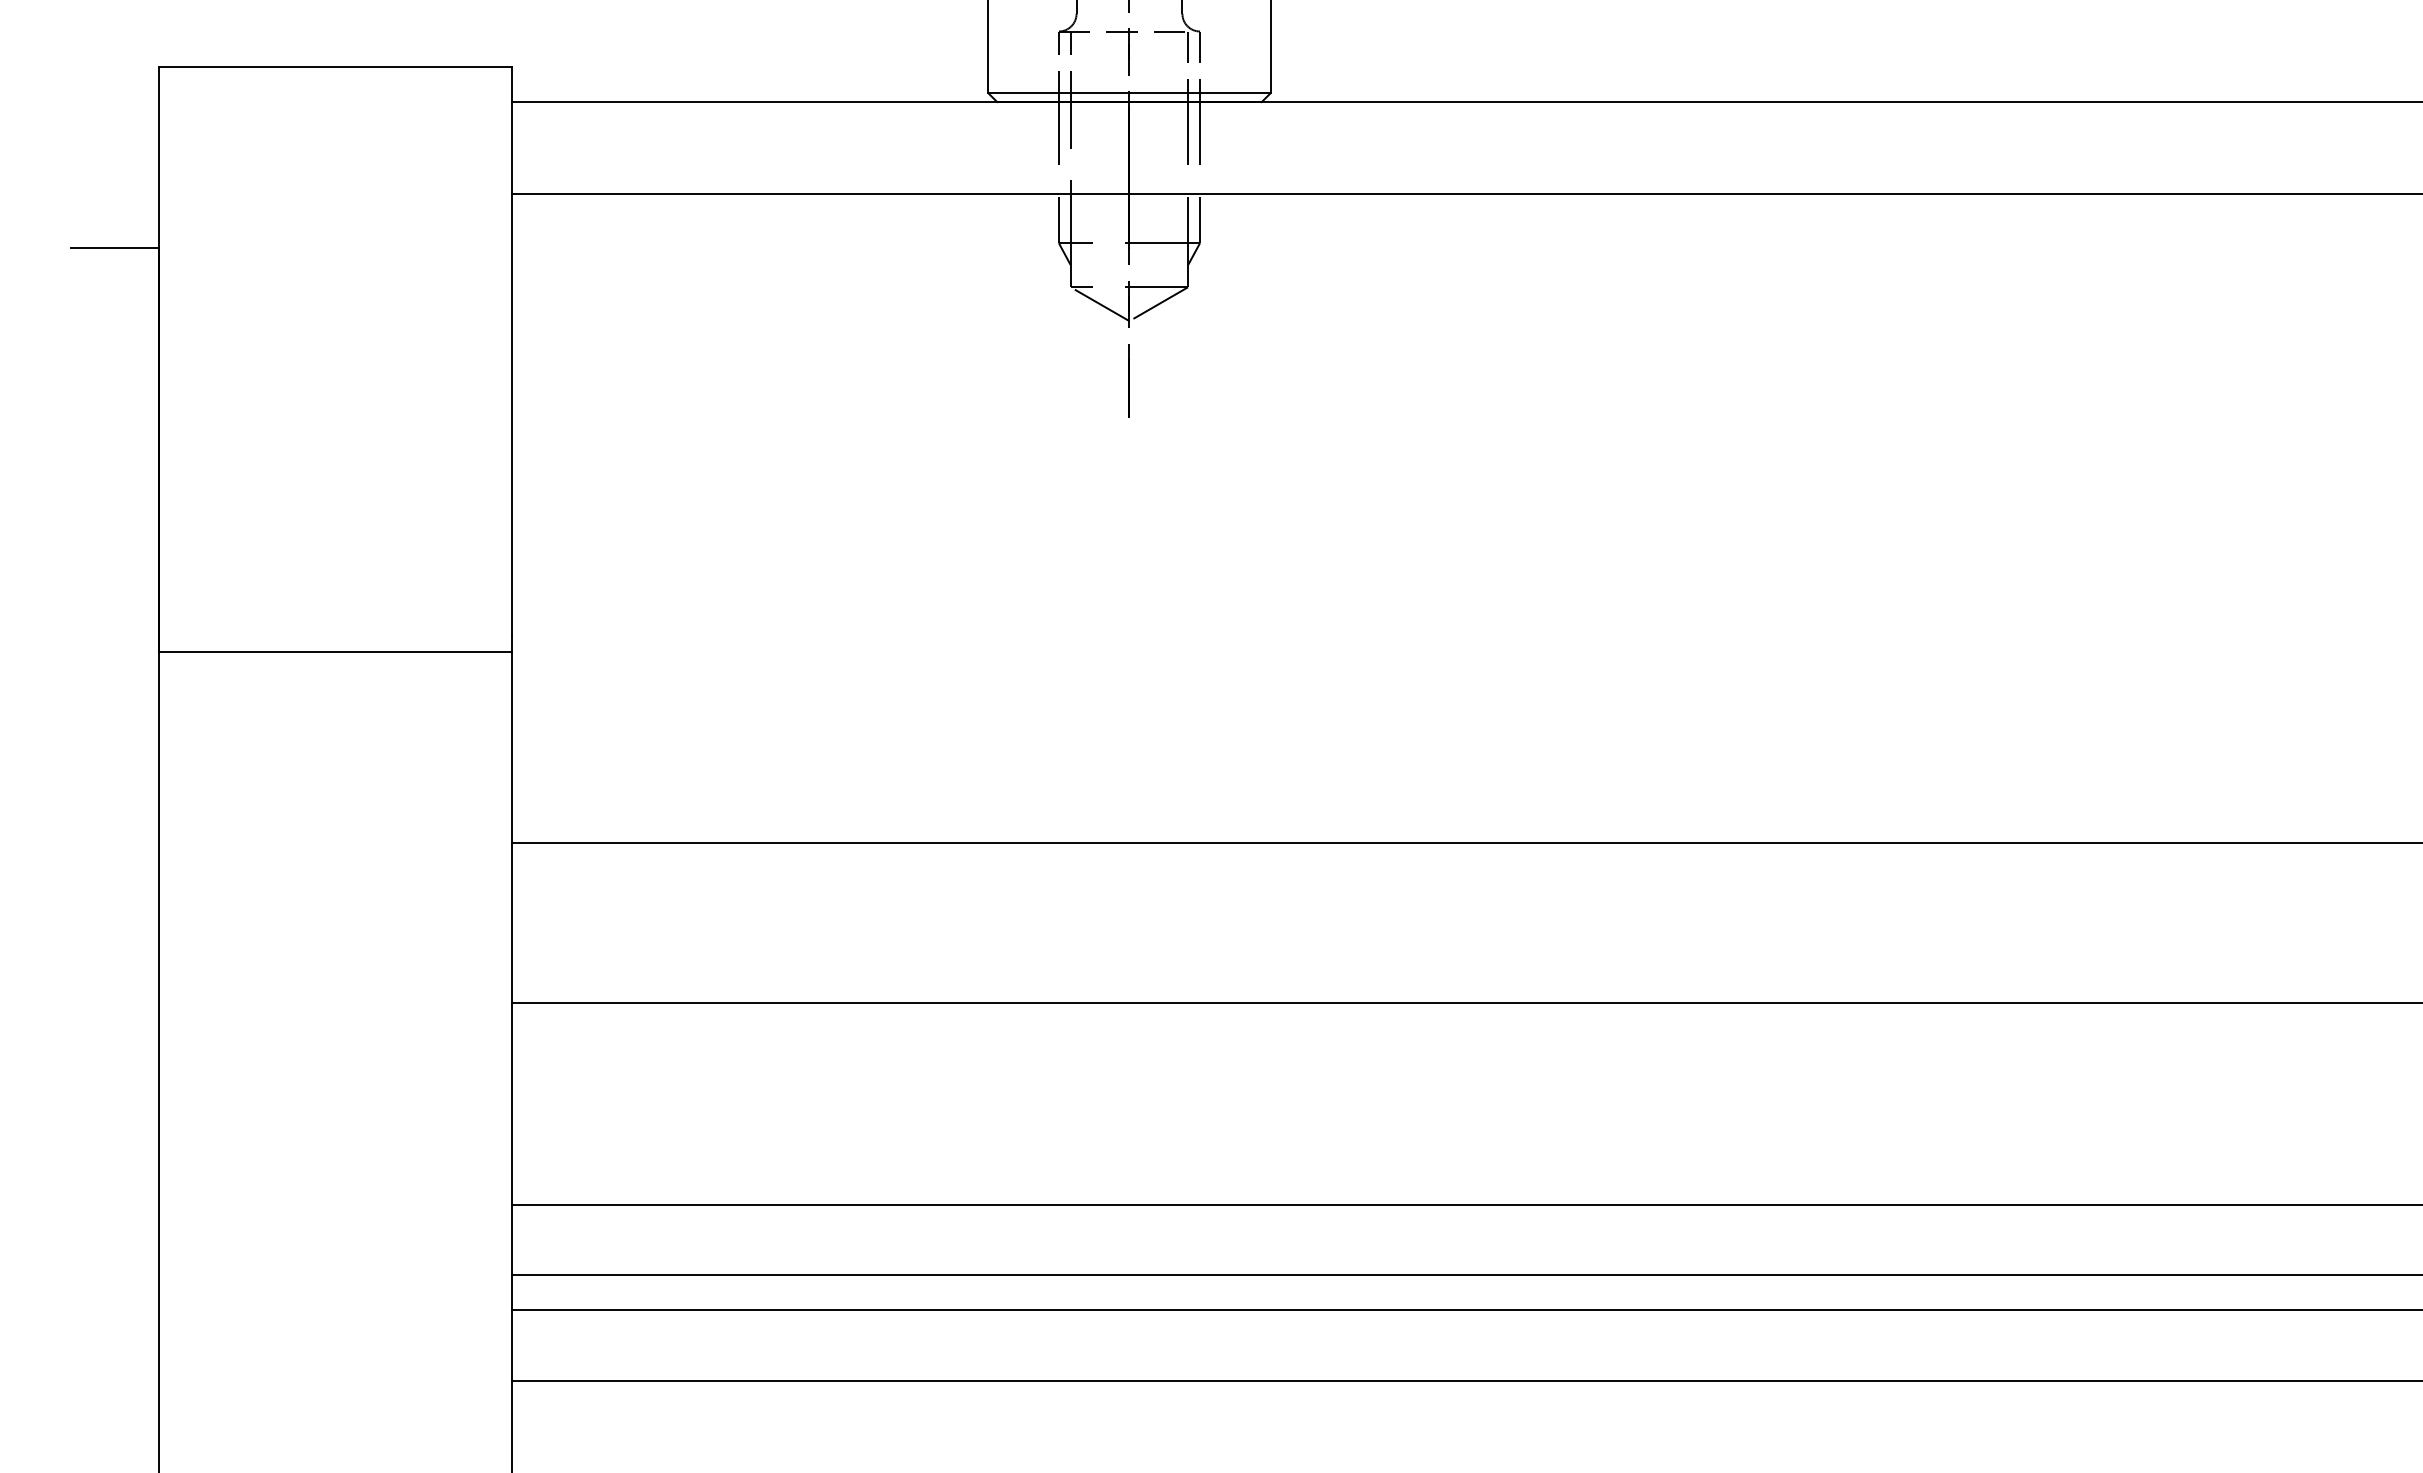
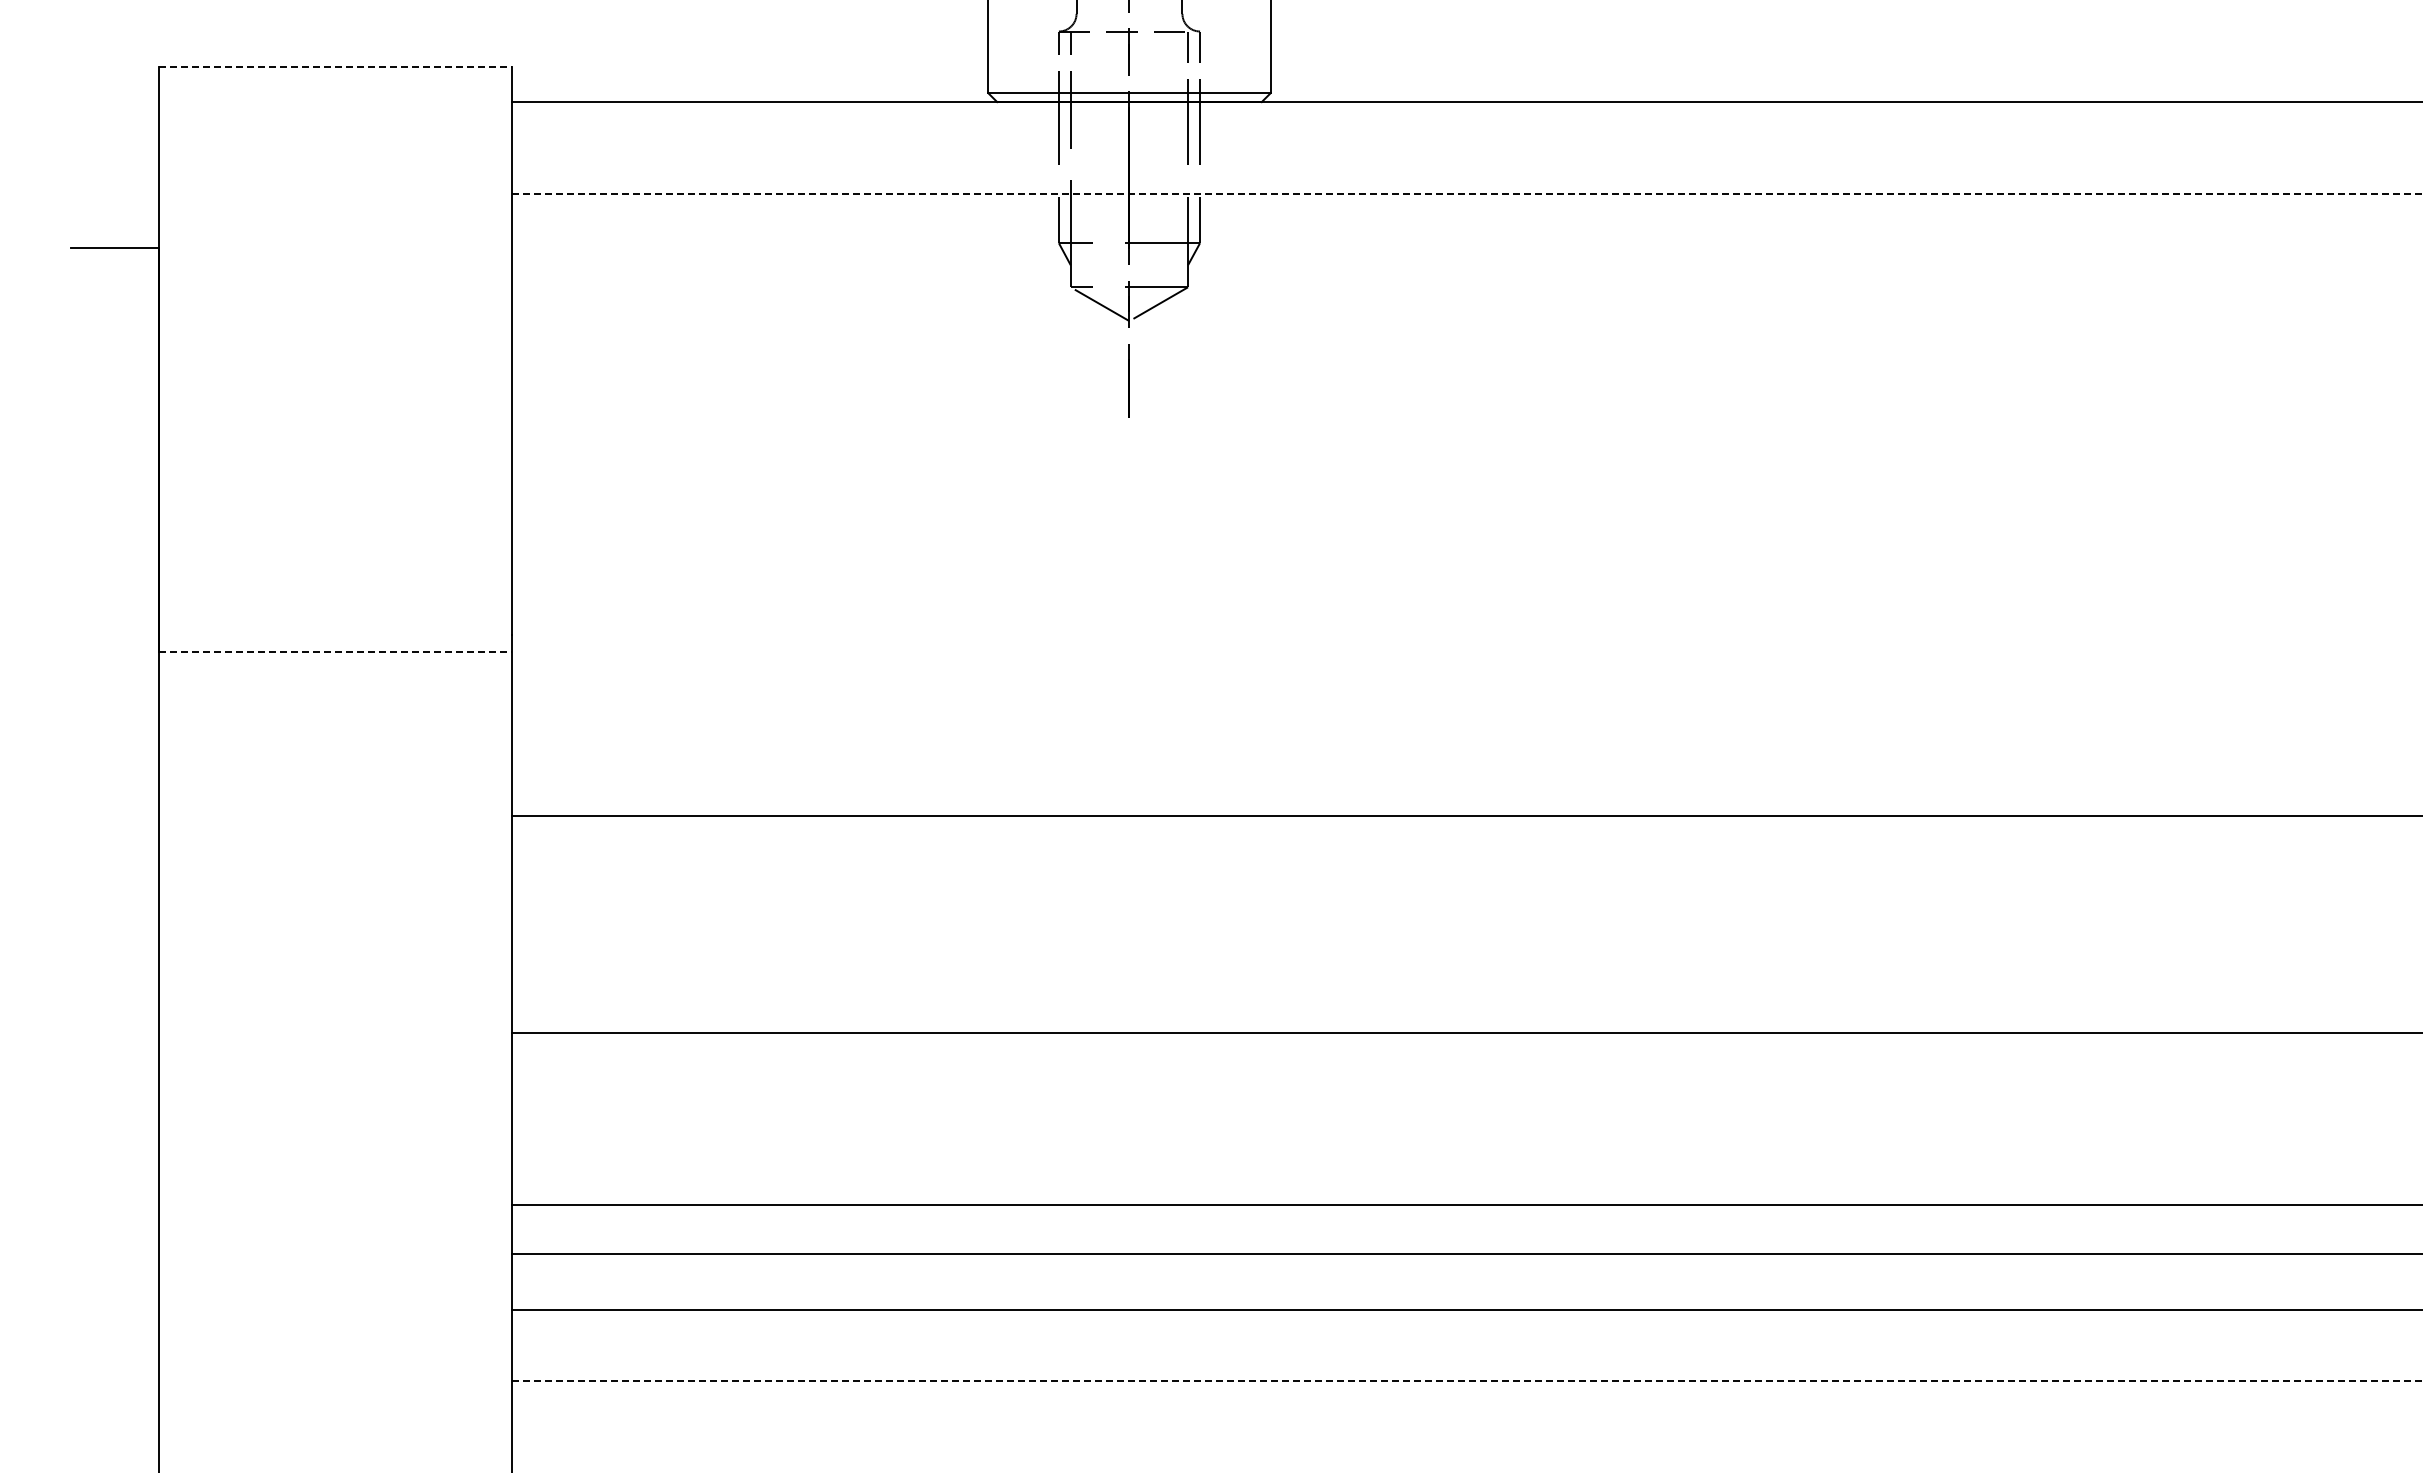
line at (336, 66): solid -> dashed
line at (1467, 194): solid -> dashed
line at (336, 652): solid -> dashed
line at (1465, 842) position: (1465, 842) -> (1465, 815)
line at (1465, 1002) position: (1465, 1002) -> (1465, 1032)
line at (1465, 1275) position: (1465, 1275) -> (1465, 1254)
line at (1467, 1381): solid -> dashed
